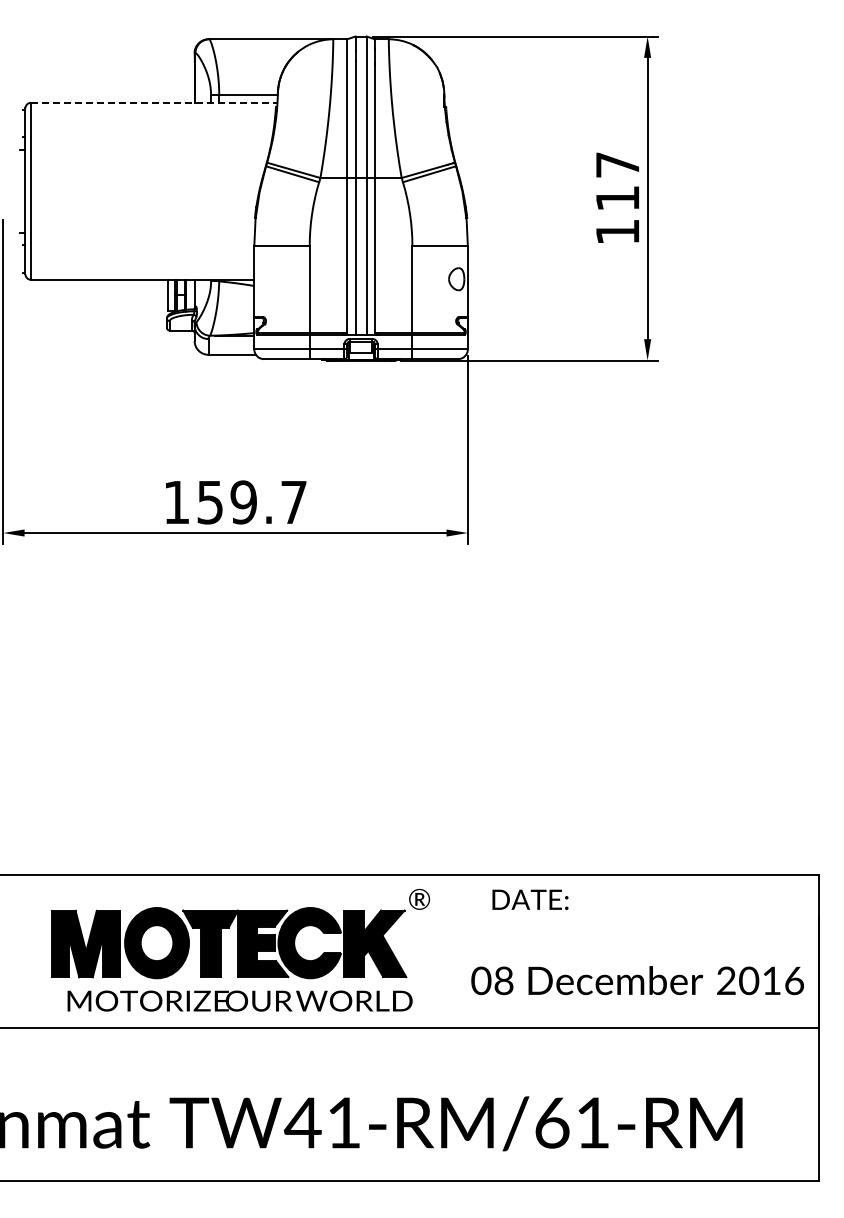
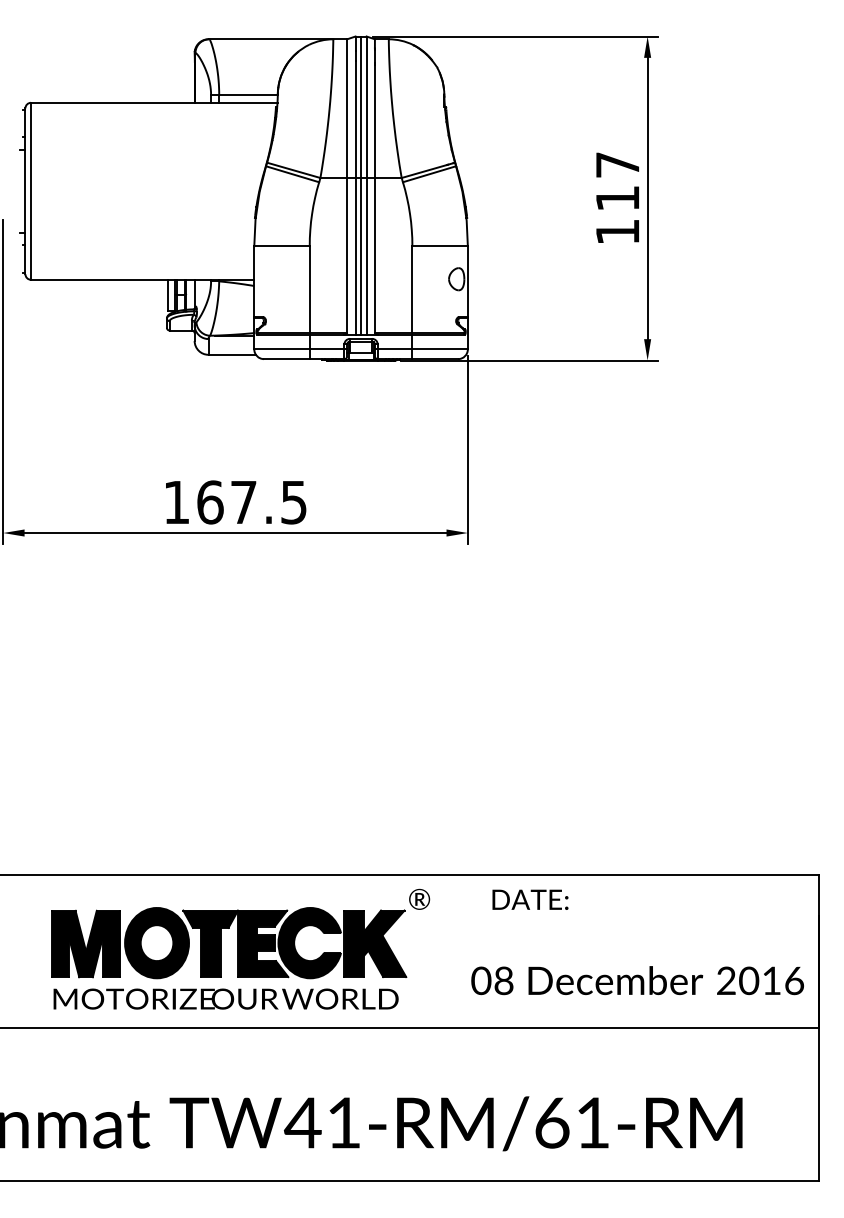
line at (154, 102): dashed -> solid
line at (361, 185): none -> present
text at (251, 502): 159.7 -> 167.5
text at (239, 1000) position: (239, 1000) -> (225, 998)
